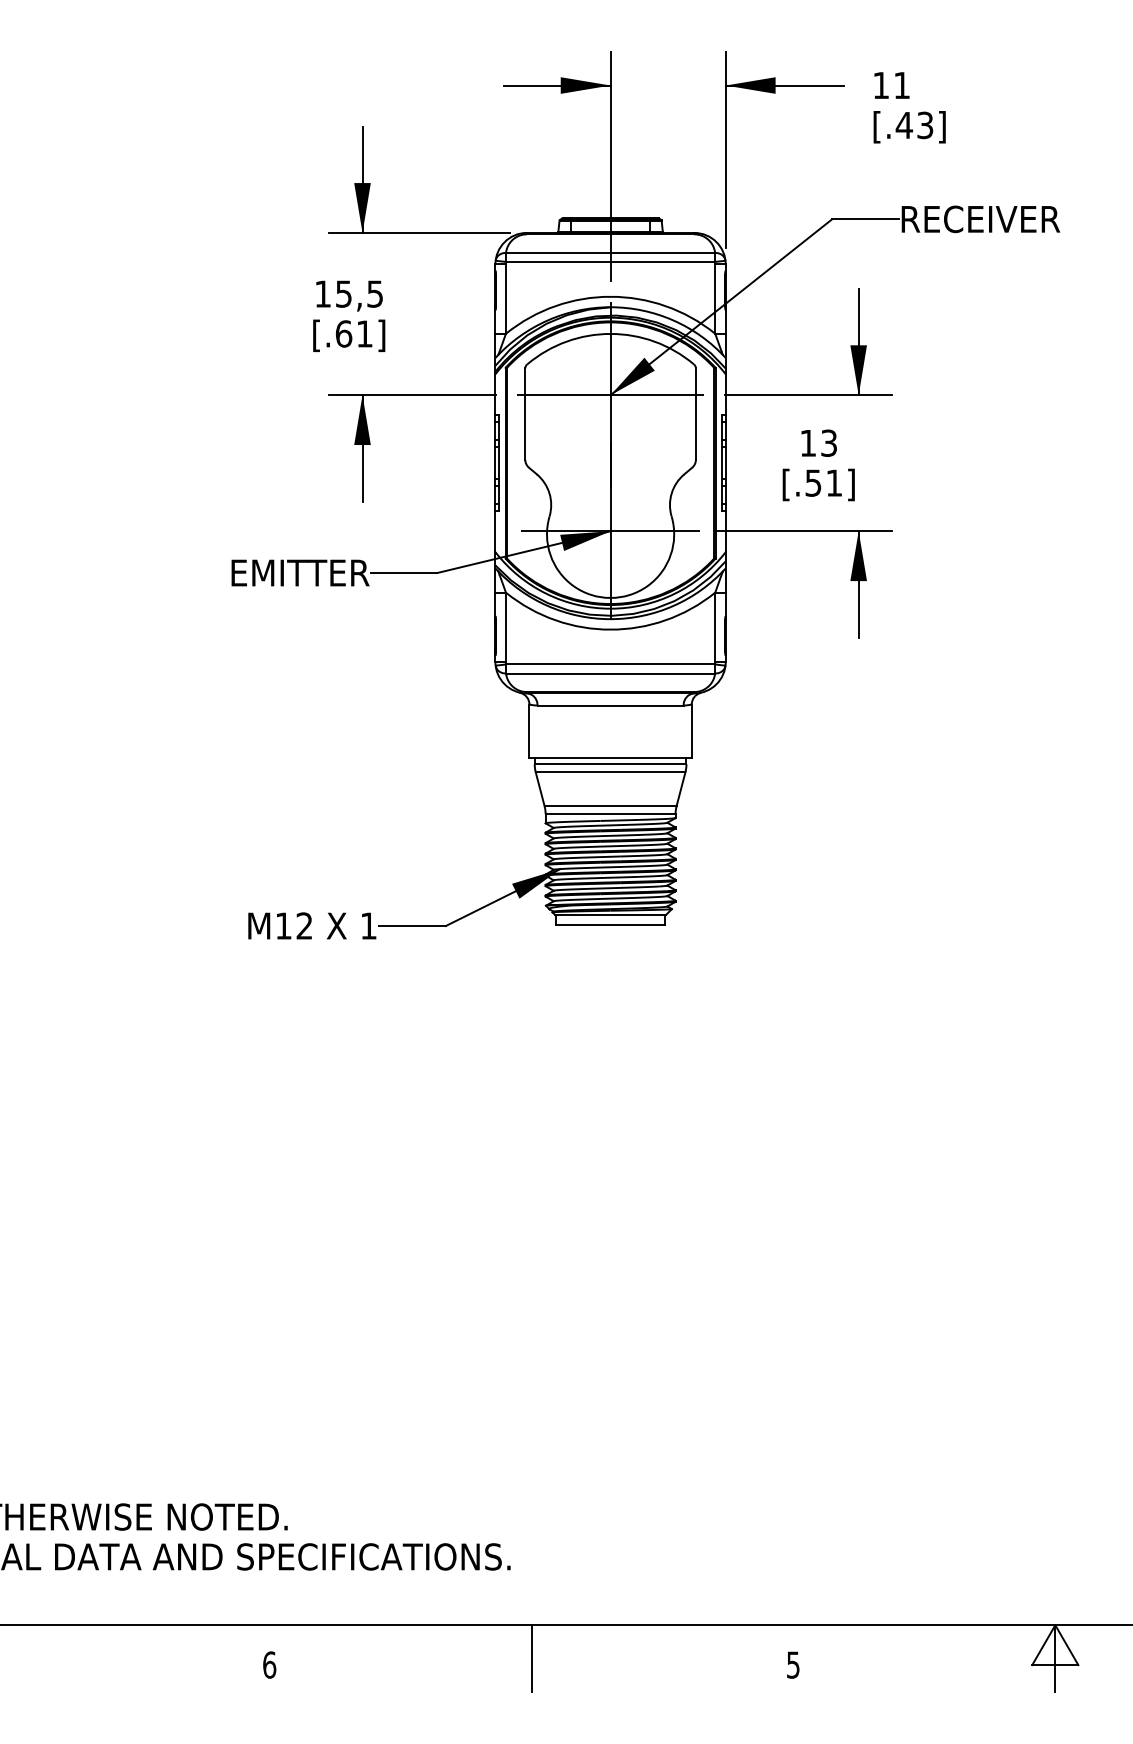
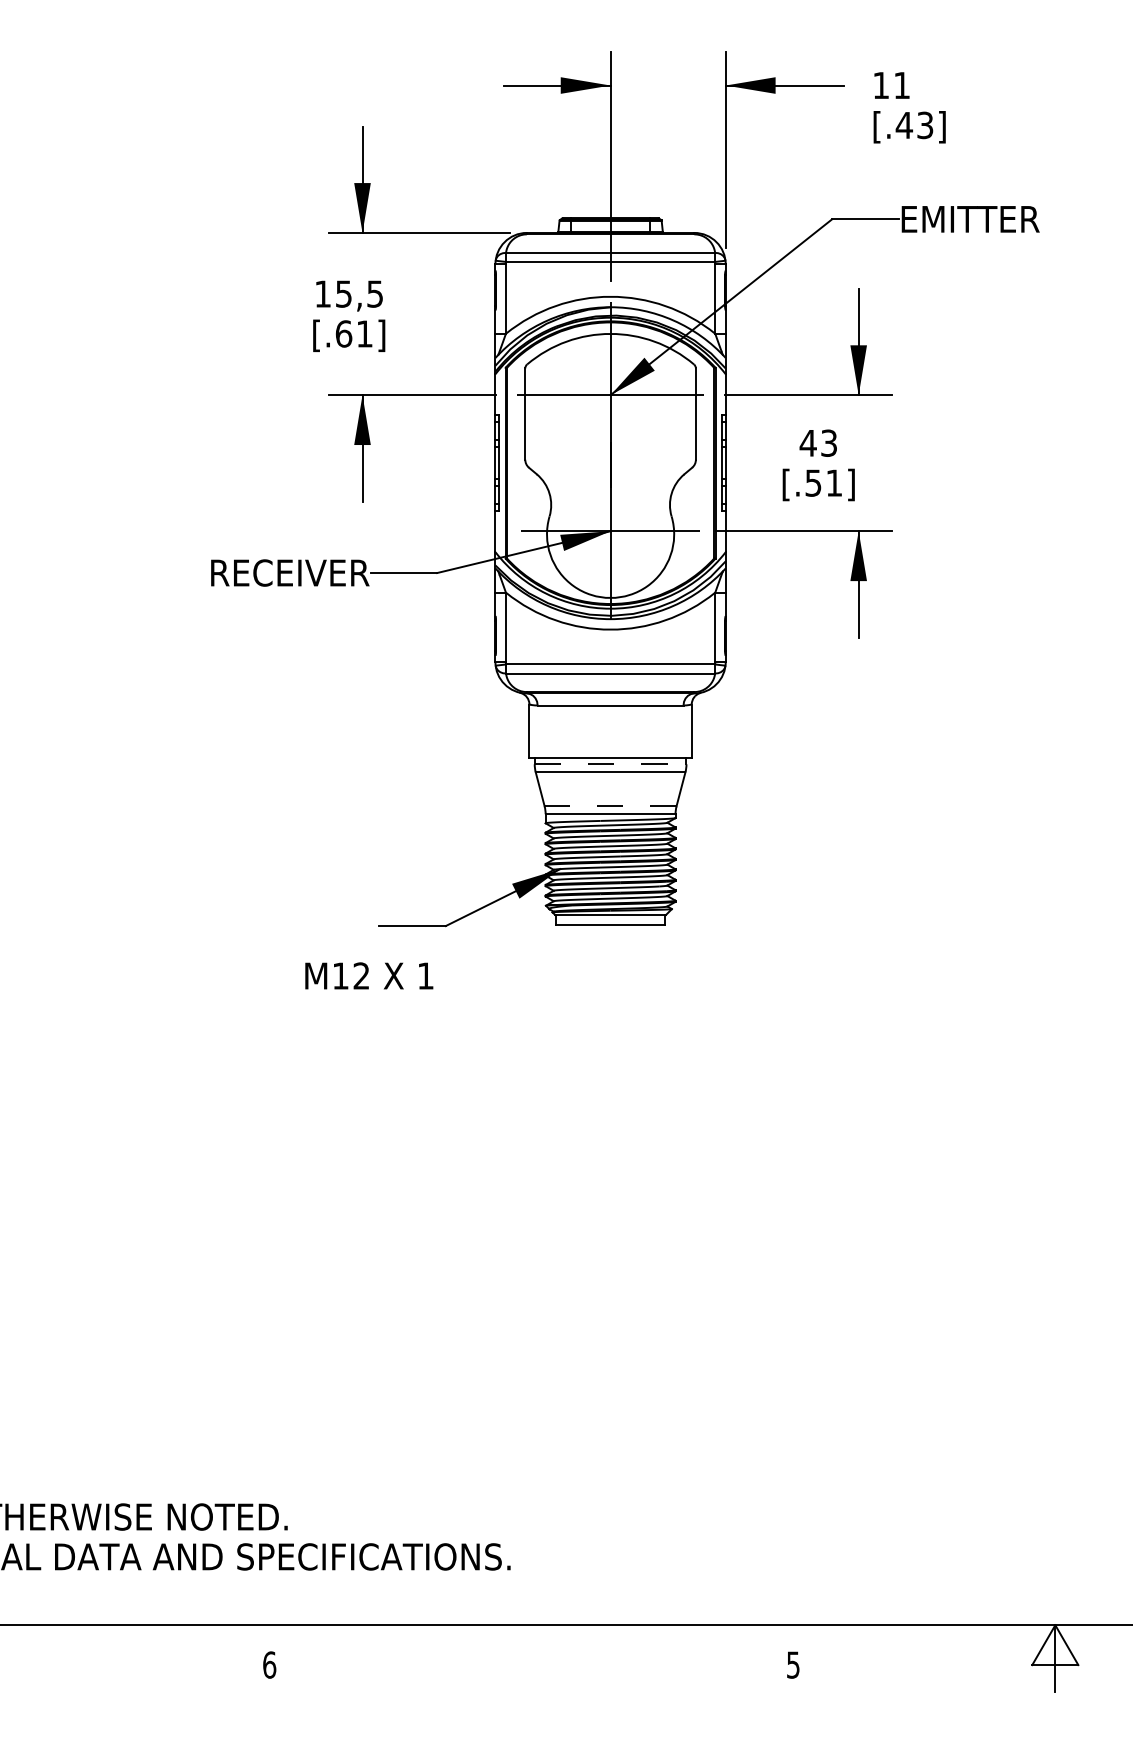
text at (982, 219): RECEIVER -> EMITTER
text at (807, 443): 13 -> 43
text at (269, 572): EMITTER -> RECEIVER
line at (610, 764): solid -> dashed
line at (610, 806): solid -> dashed
text at (312, 925) position: (312, 925) -> (369, 975)
line at (531, 1658): present -> none
